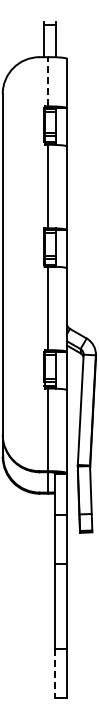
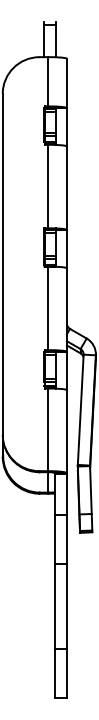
line at (47, 81): dashed -> solid
line at (54, 674): dashed -> solid
